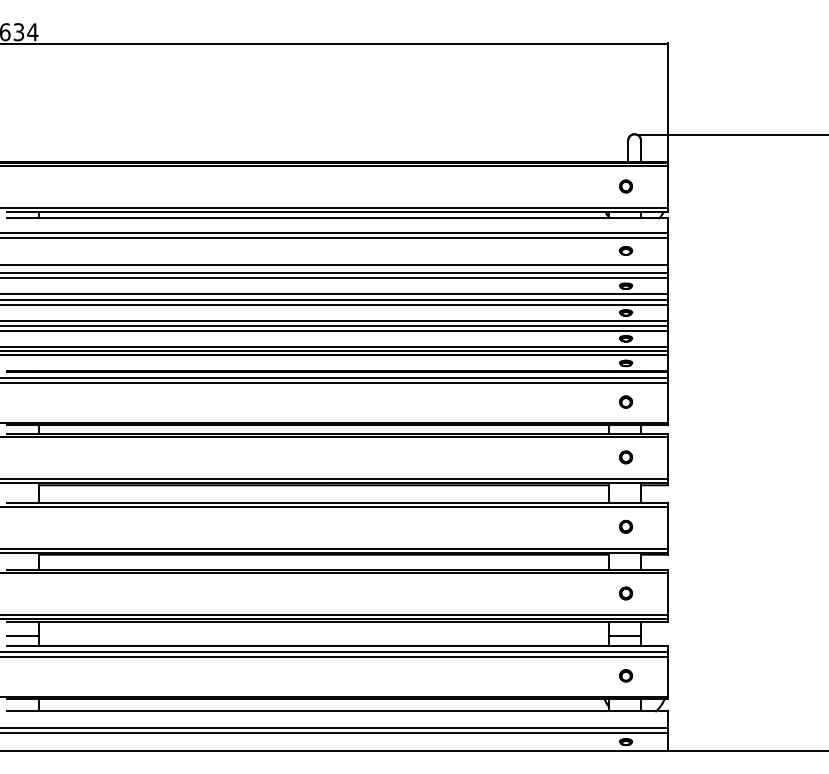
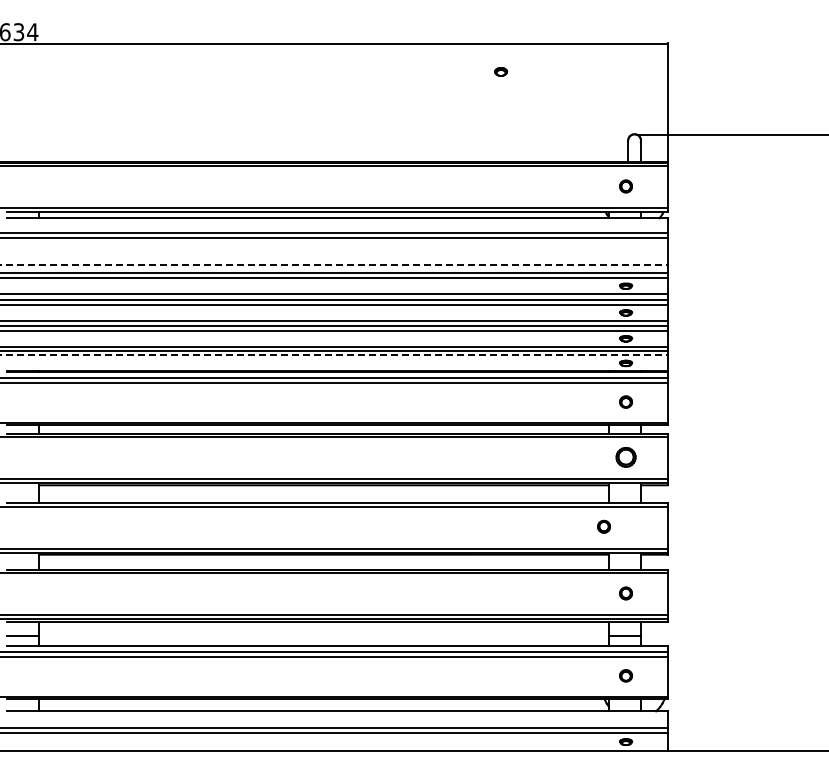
part at (626, 250) position: (626, 250) -> (501, 71)
line at (334, 264): solid -> dashed
line at (334, 355): solid -> dashed
part at (625, 457) size: 14x15 px -> 22x21 px
part at (625, 526) position: (625, 526) -> (603, 526)
